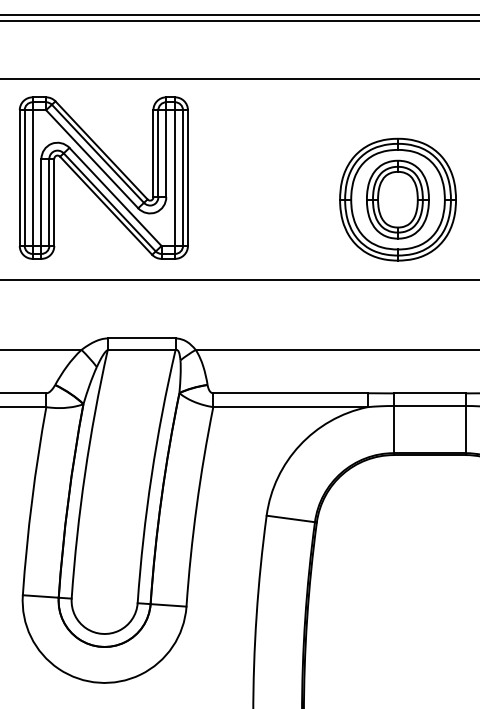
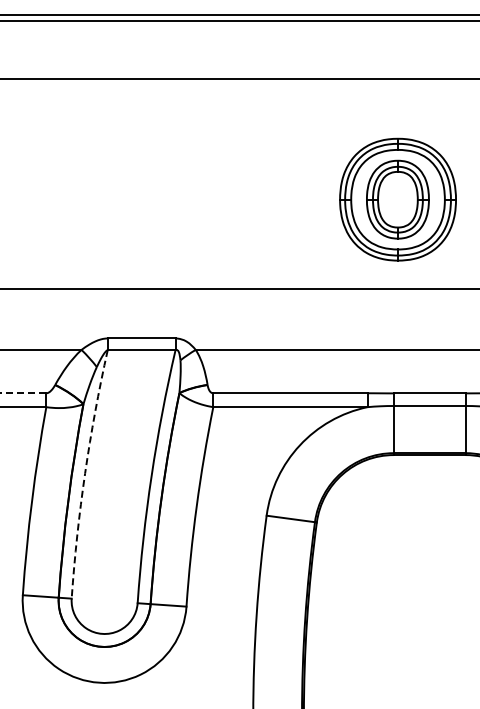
part at (103, 177): present -> none
line at (239, 280) position: (239, 280) -> (239, 289)
line at (23, 393): solid -> dashed
arc at (85, 473): solid -> dashed
